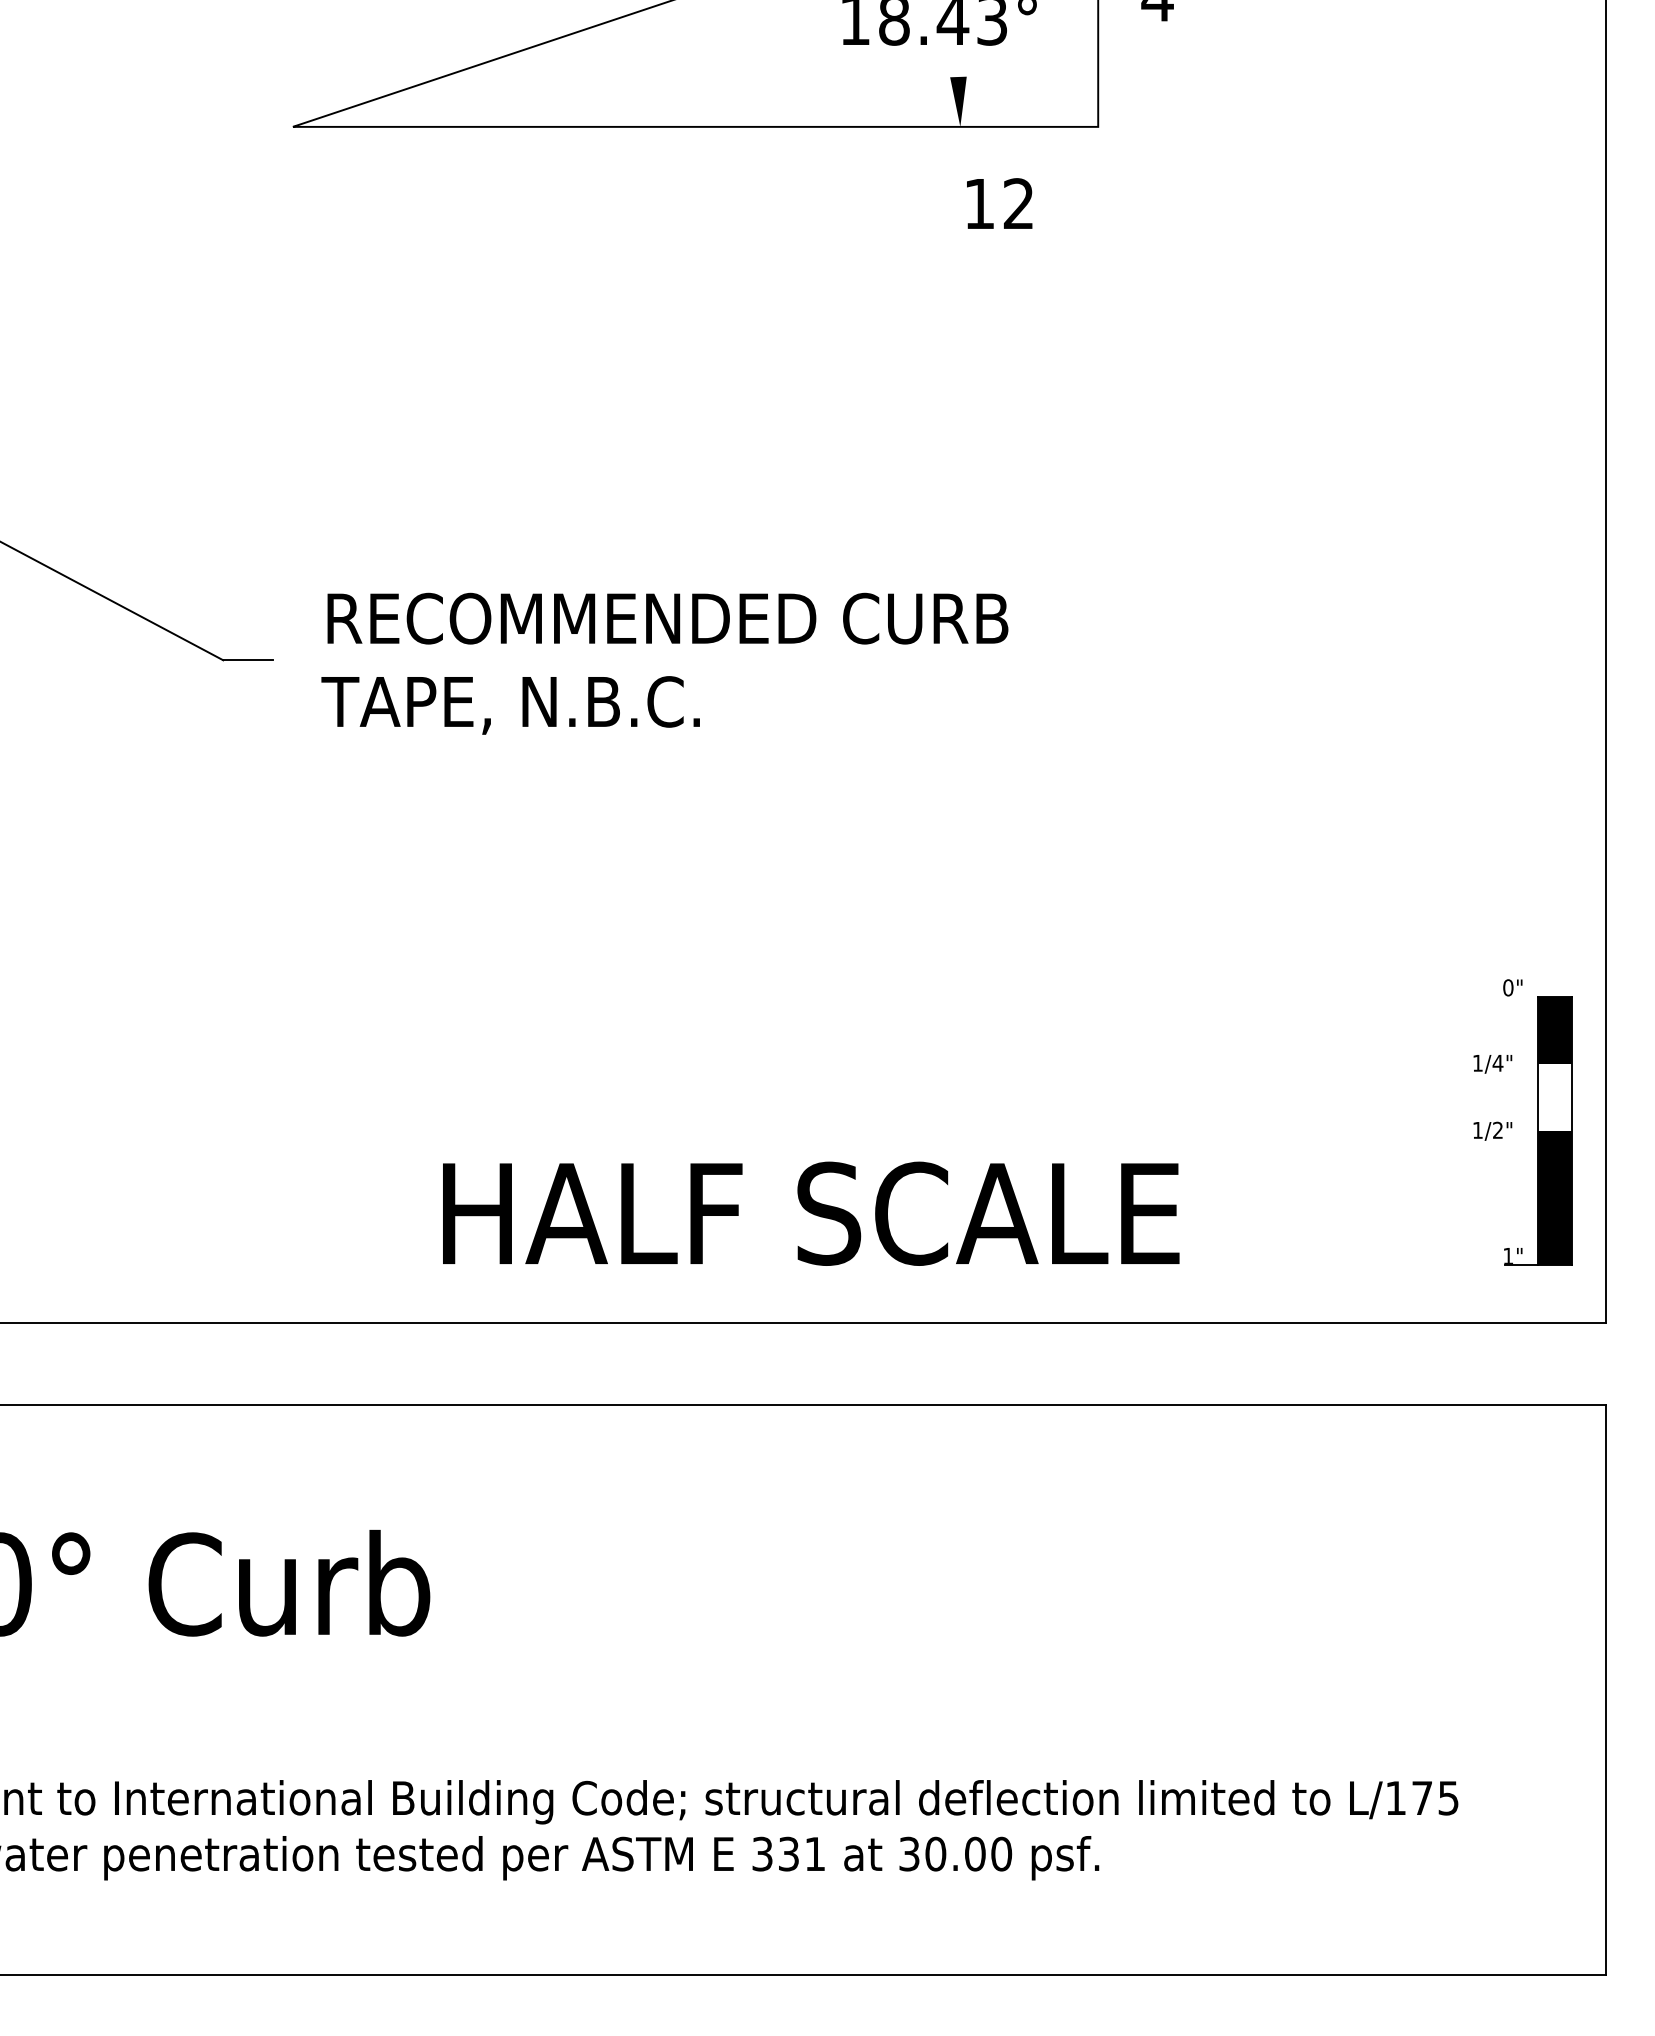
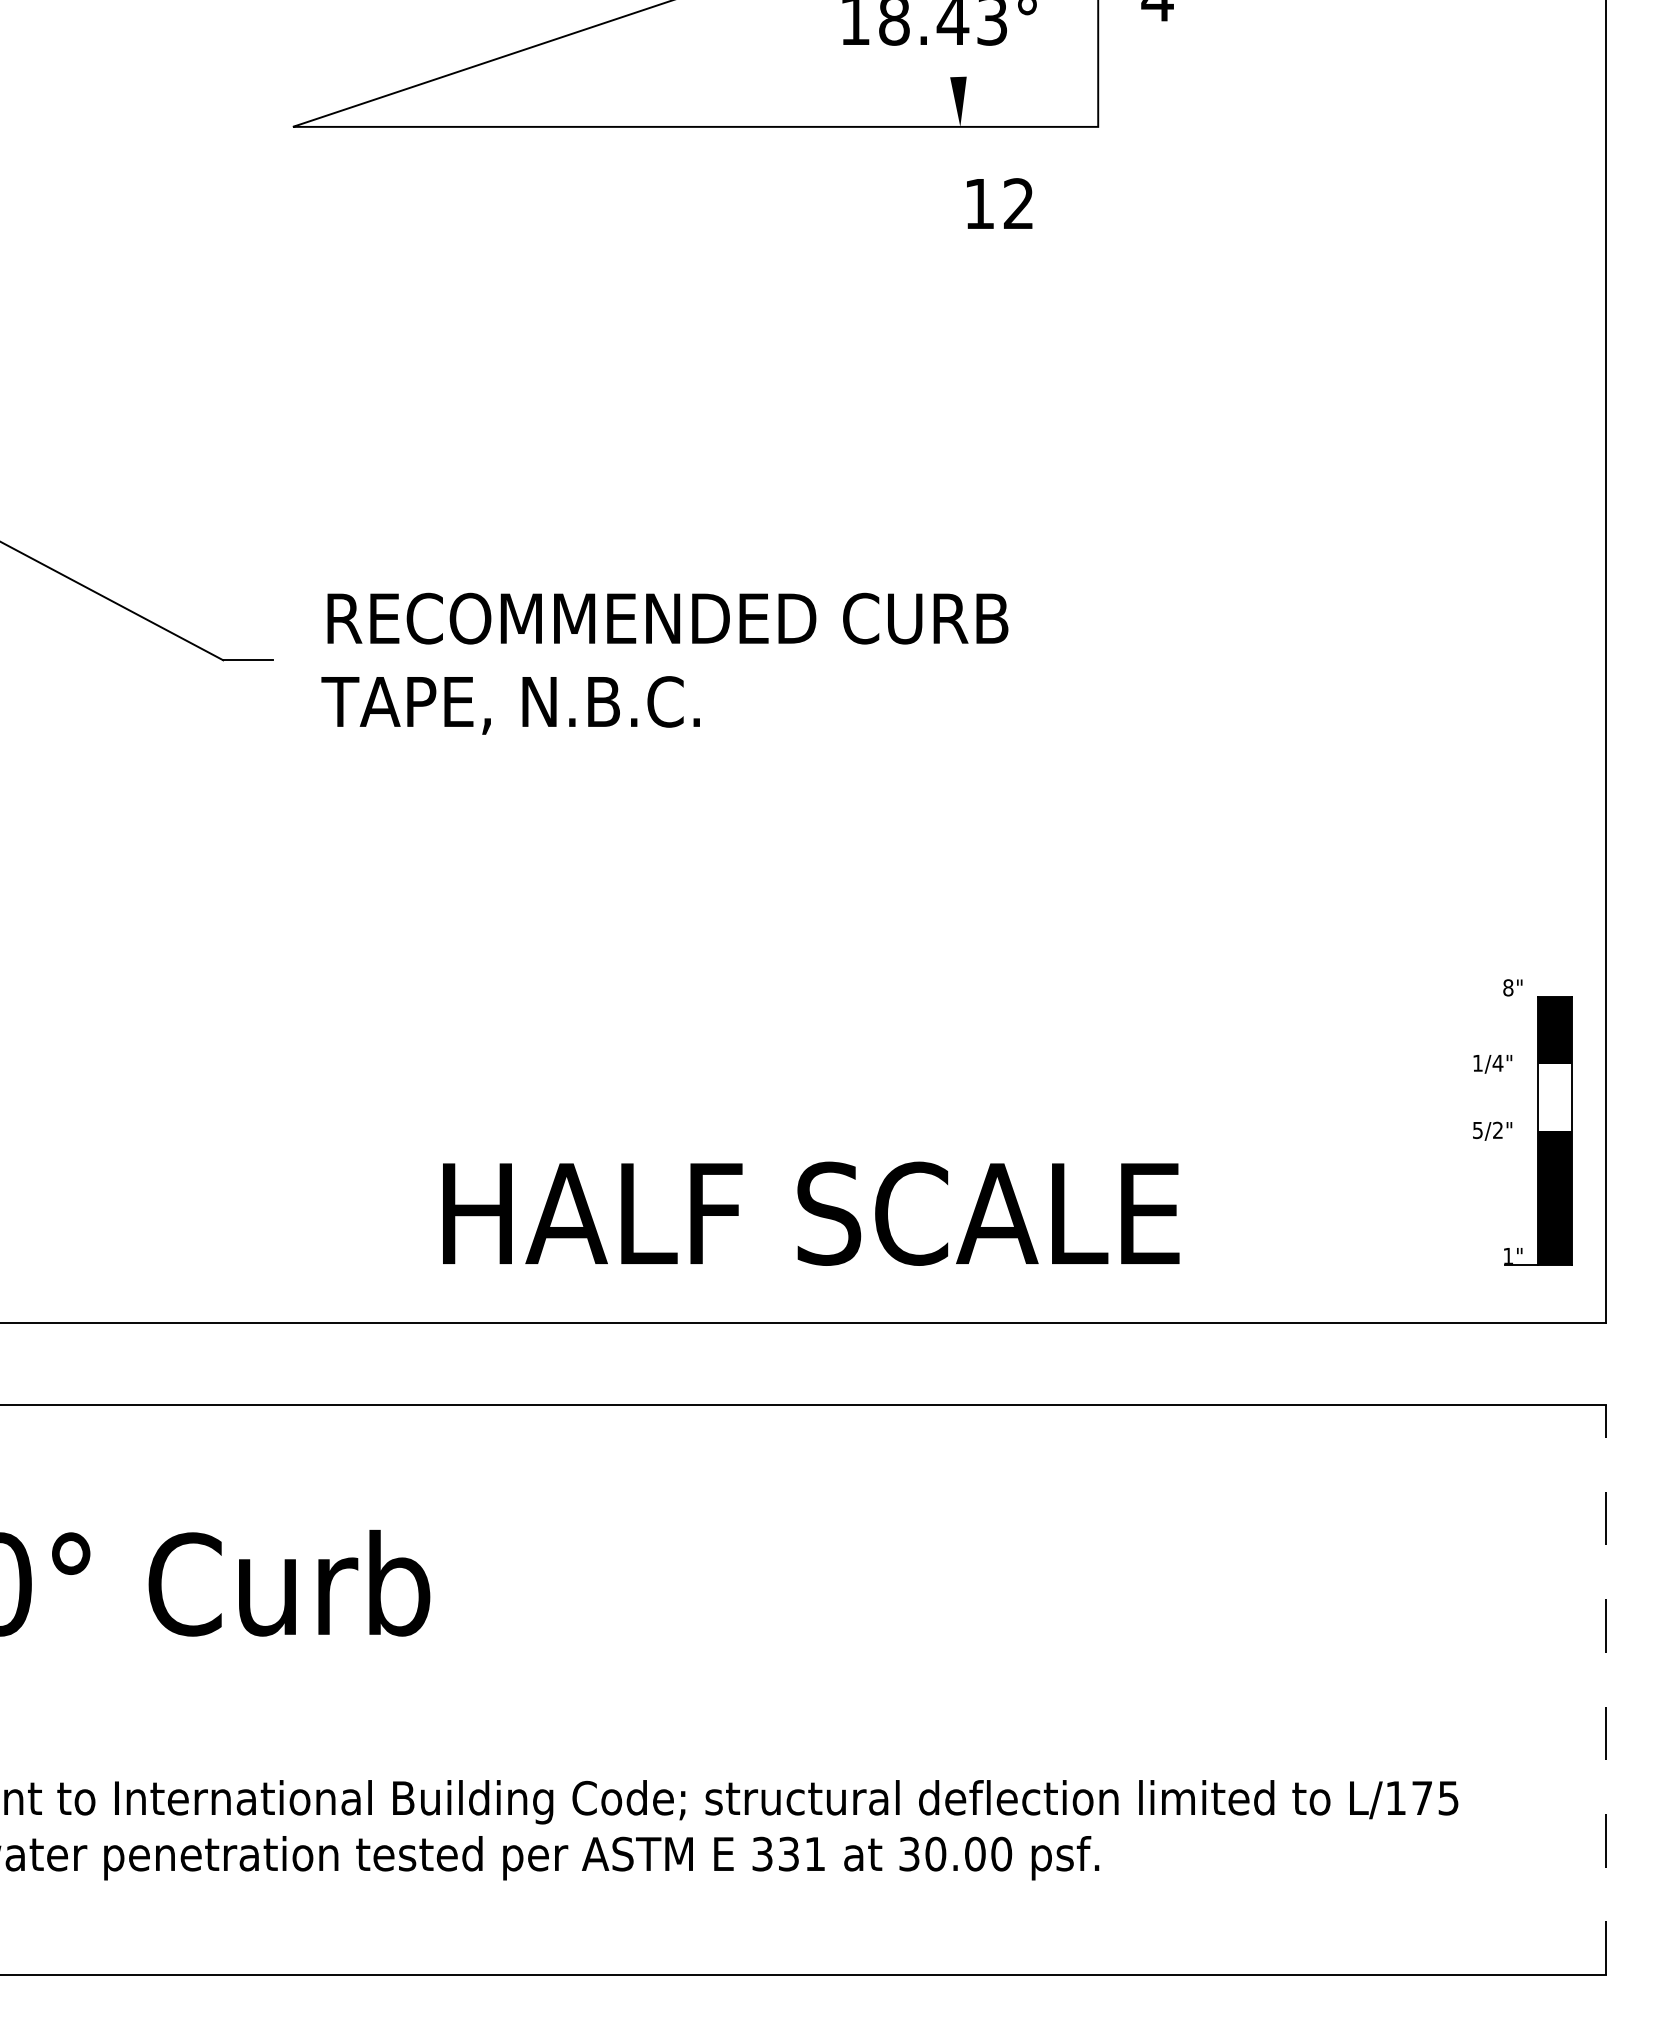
text at (1508, 987): 0" -> 8"
text at (1477, 1130): 1/2" -> 5/2"
line at (1605, 1689): solid -> dashed
